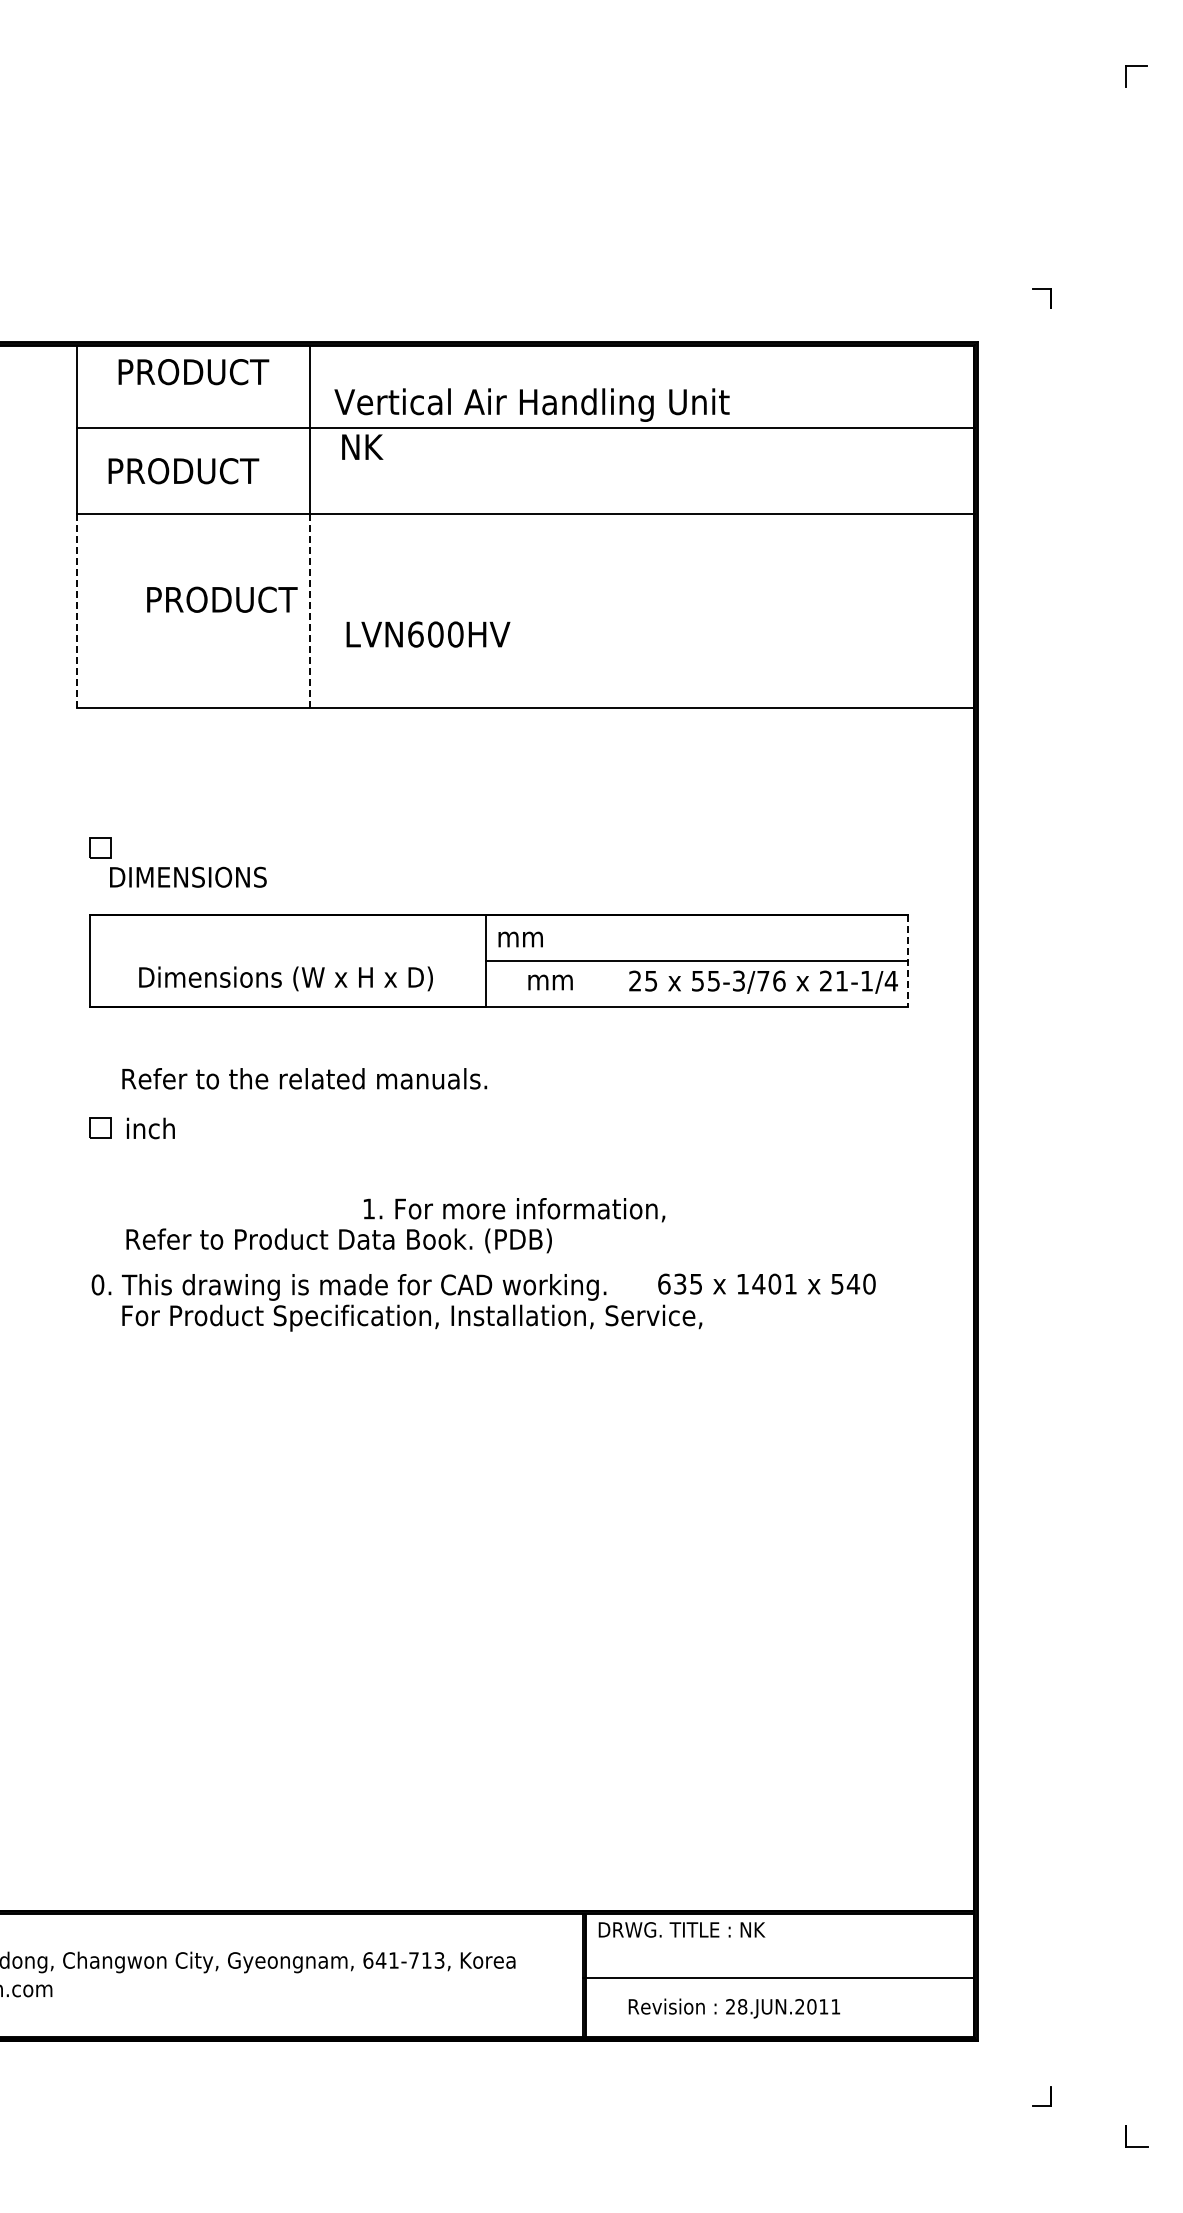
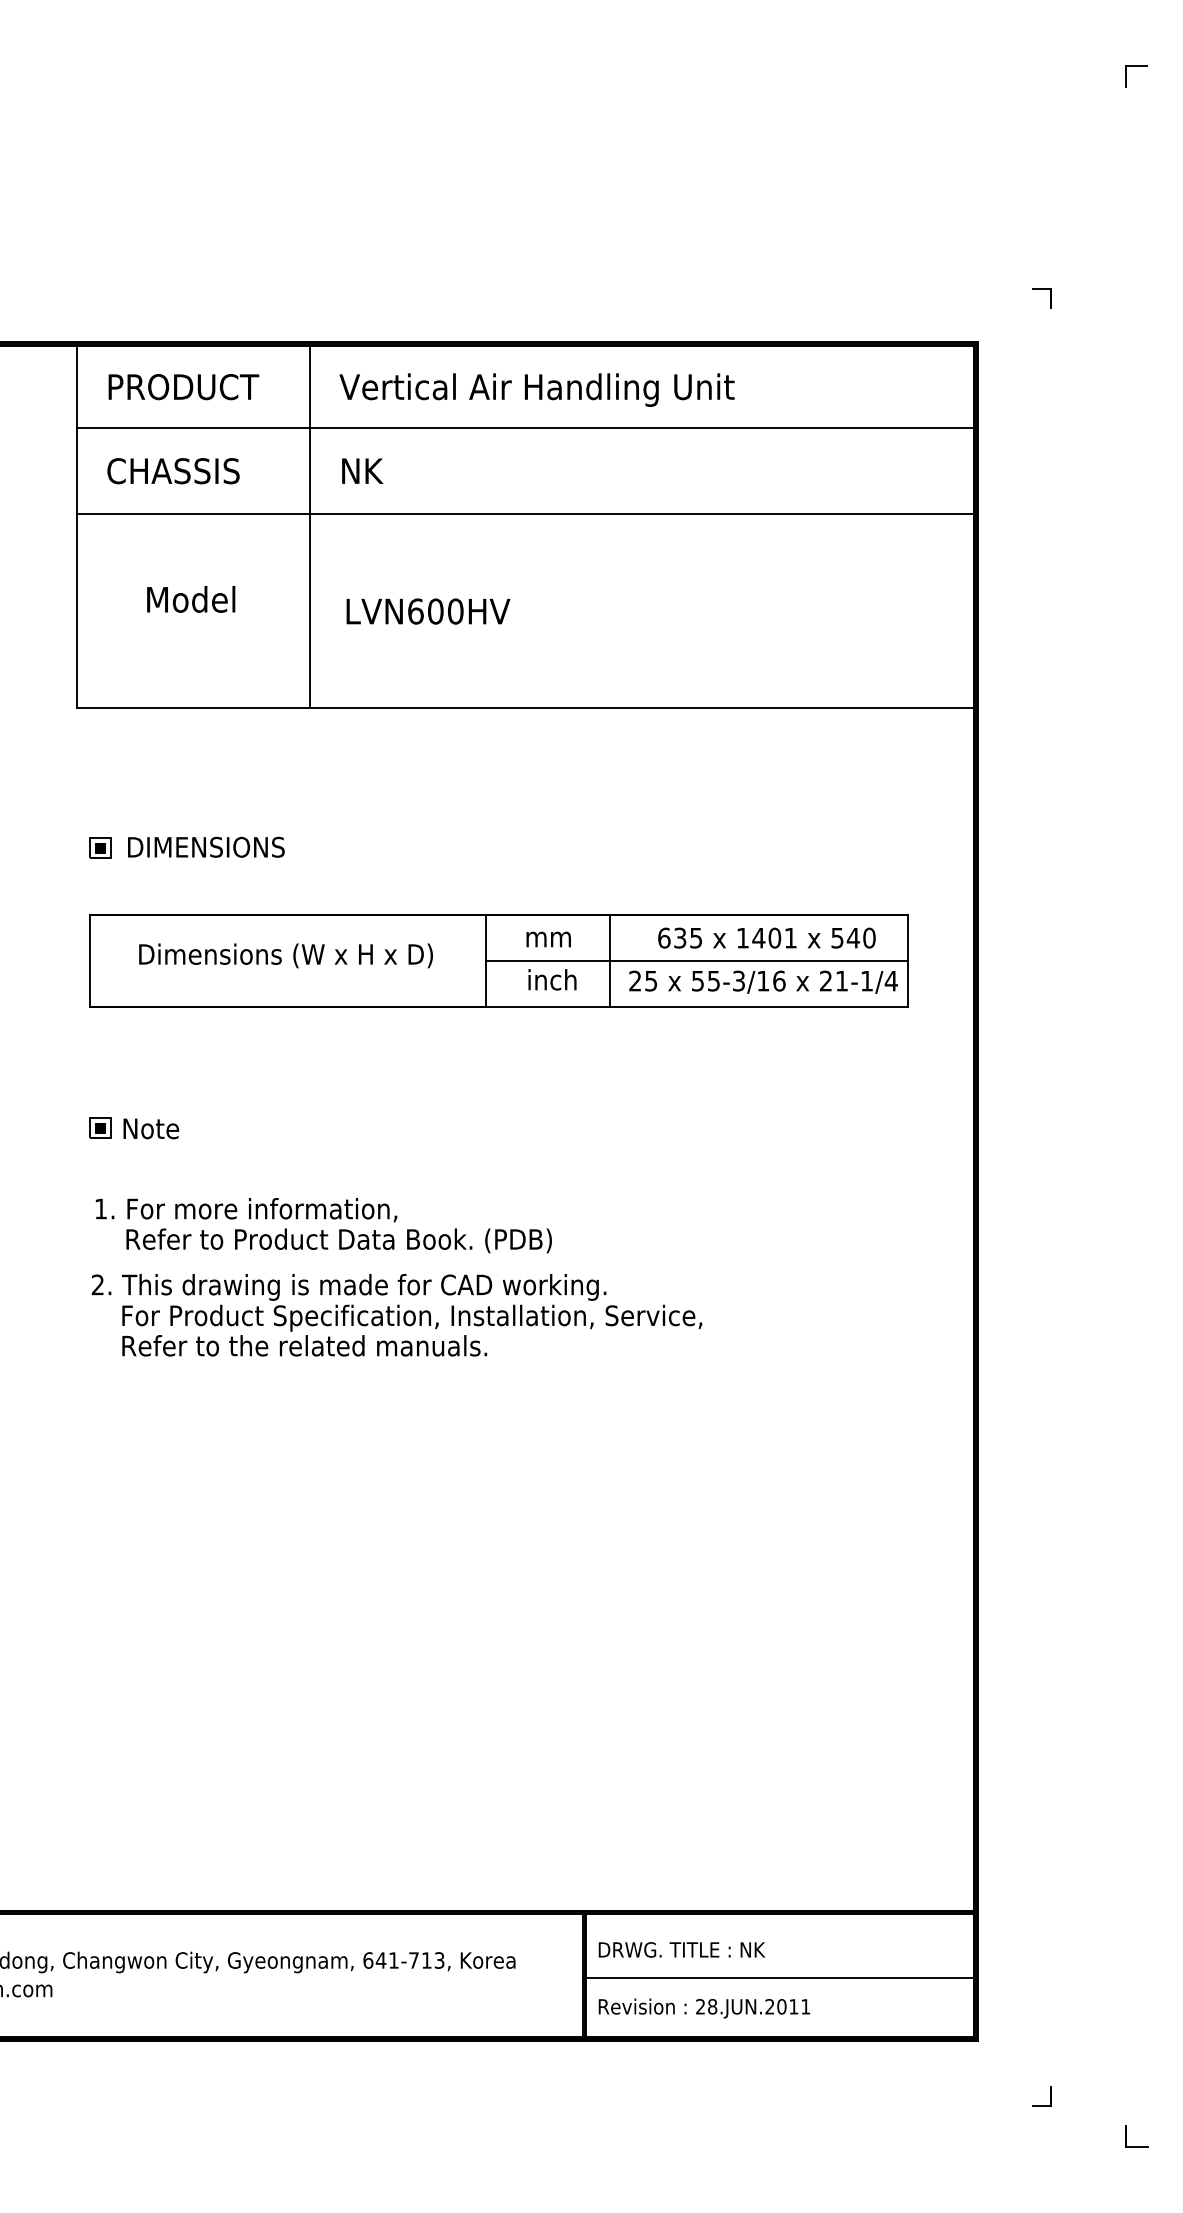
text at (193, 372) position: (193, 372) -> (183, 387)
text at (531, 404) position: (531, 404) -> (536, 389)
text at (362, 446) position: (362, 446) -> (362, 470)
text at (183, 471): PRODUCT -> CHASSIS
text at (223, 599): PRODUCT -> Model
line at (76, 611): dashed -> solid
line at (310, 611): dashed -> solid
text at (428, 634) position: (428, 634) -> (428, 611)
fill at (100, 847): none -> present
text at (188, 876) position: (188, 876) -> (206, 846)
text at (520, 939) position: (520, 939) -> (548, 939)
line at (609, 960): none -> present
line at (907, 960): dashed -> solid
text at (285, 978) position: (285, 978) -> (285, 955)
text at (552, 979): mm -> inch
text at (763, 981): 55-3/76 -> 55-3/16
text at (304, 1078) position: (304, 1078) -> (304, 1345)
fill at (100, 1127): none -> present
text at (151, 1128): inch -> Note
text at (514, 1210) position: (514, 1210) -> (246, 1210)
text at (766, 1283) position: (766, 1283) -> (766, 937)
text at (97, 1284): 0. -> 2.
text at (681, 1929) position: (681, 1929) -> (681, 1949)
text at (734, 2008) position: (734, 2008) -> (704, 2008)
